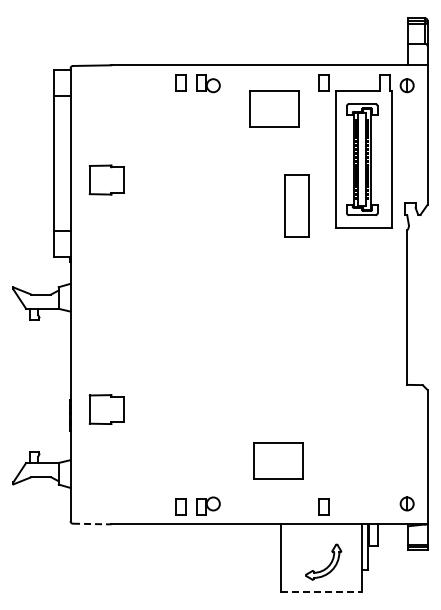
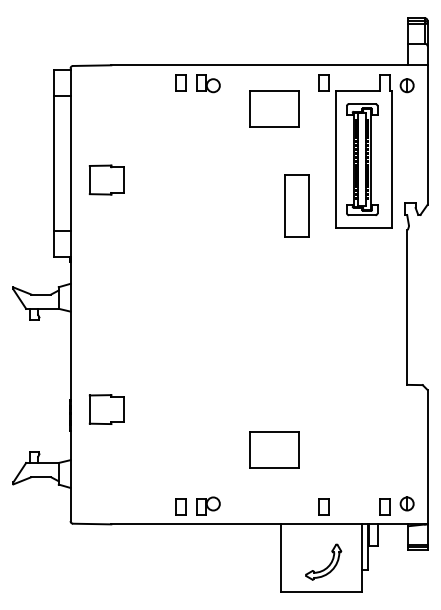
part at (278, 460) position: (278, 460) -> (274, 449)
part at (384, 506): none -> present
line at (92, 524): dashed -> solid
line at (321, 591): dashed -> solid
